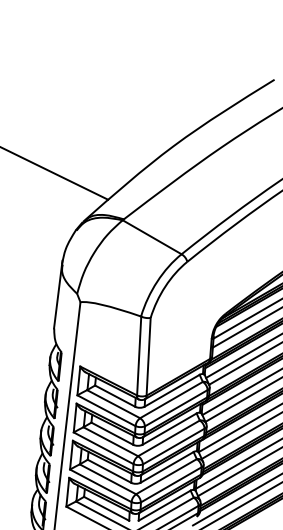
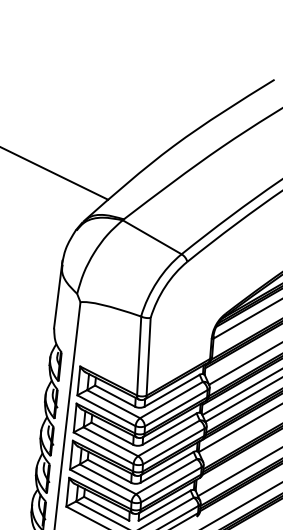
line at (245, 328): present -> none
line at (242, 356): present -> none
line at (240, 435): present -> none
line at (237, 464): present -> none
line at (235, 500): present -> none
